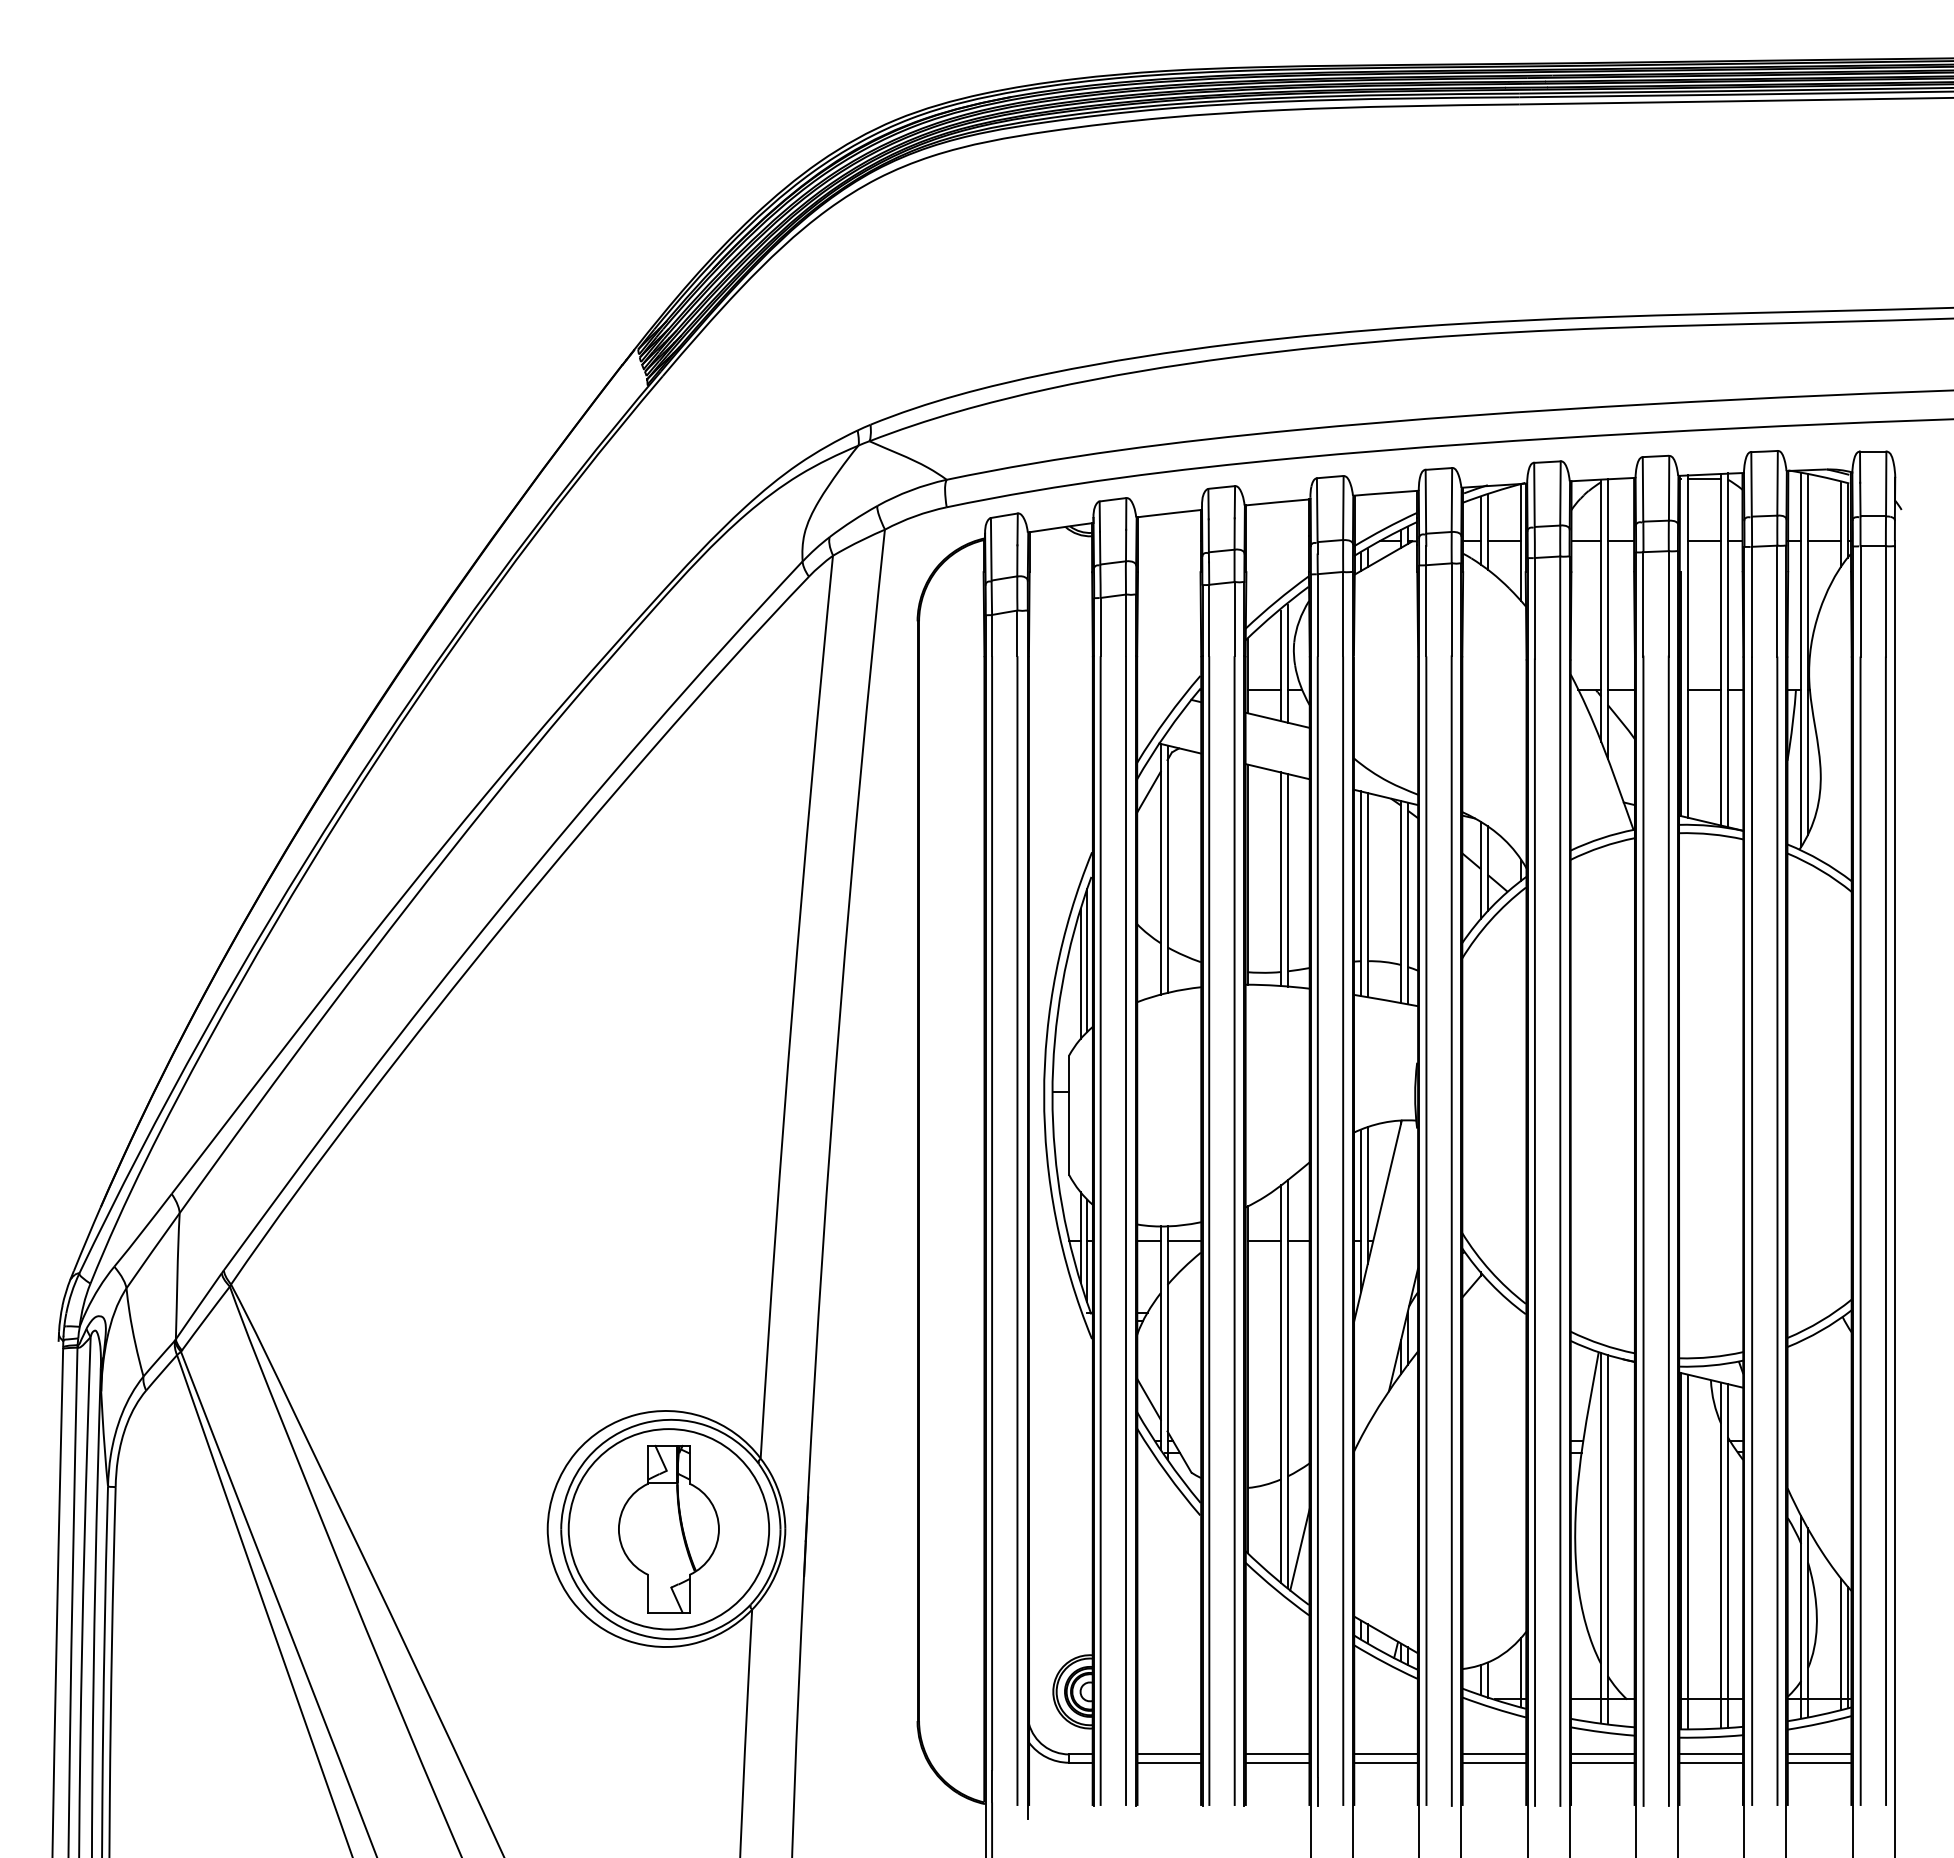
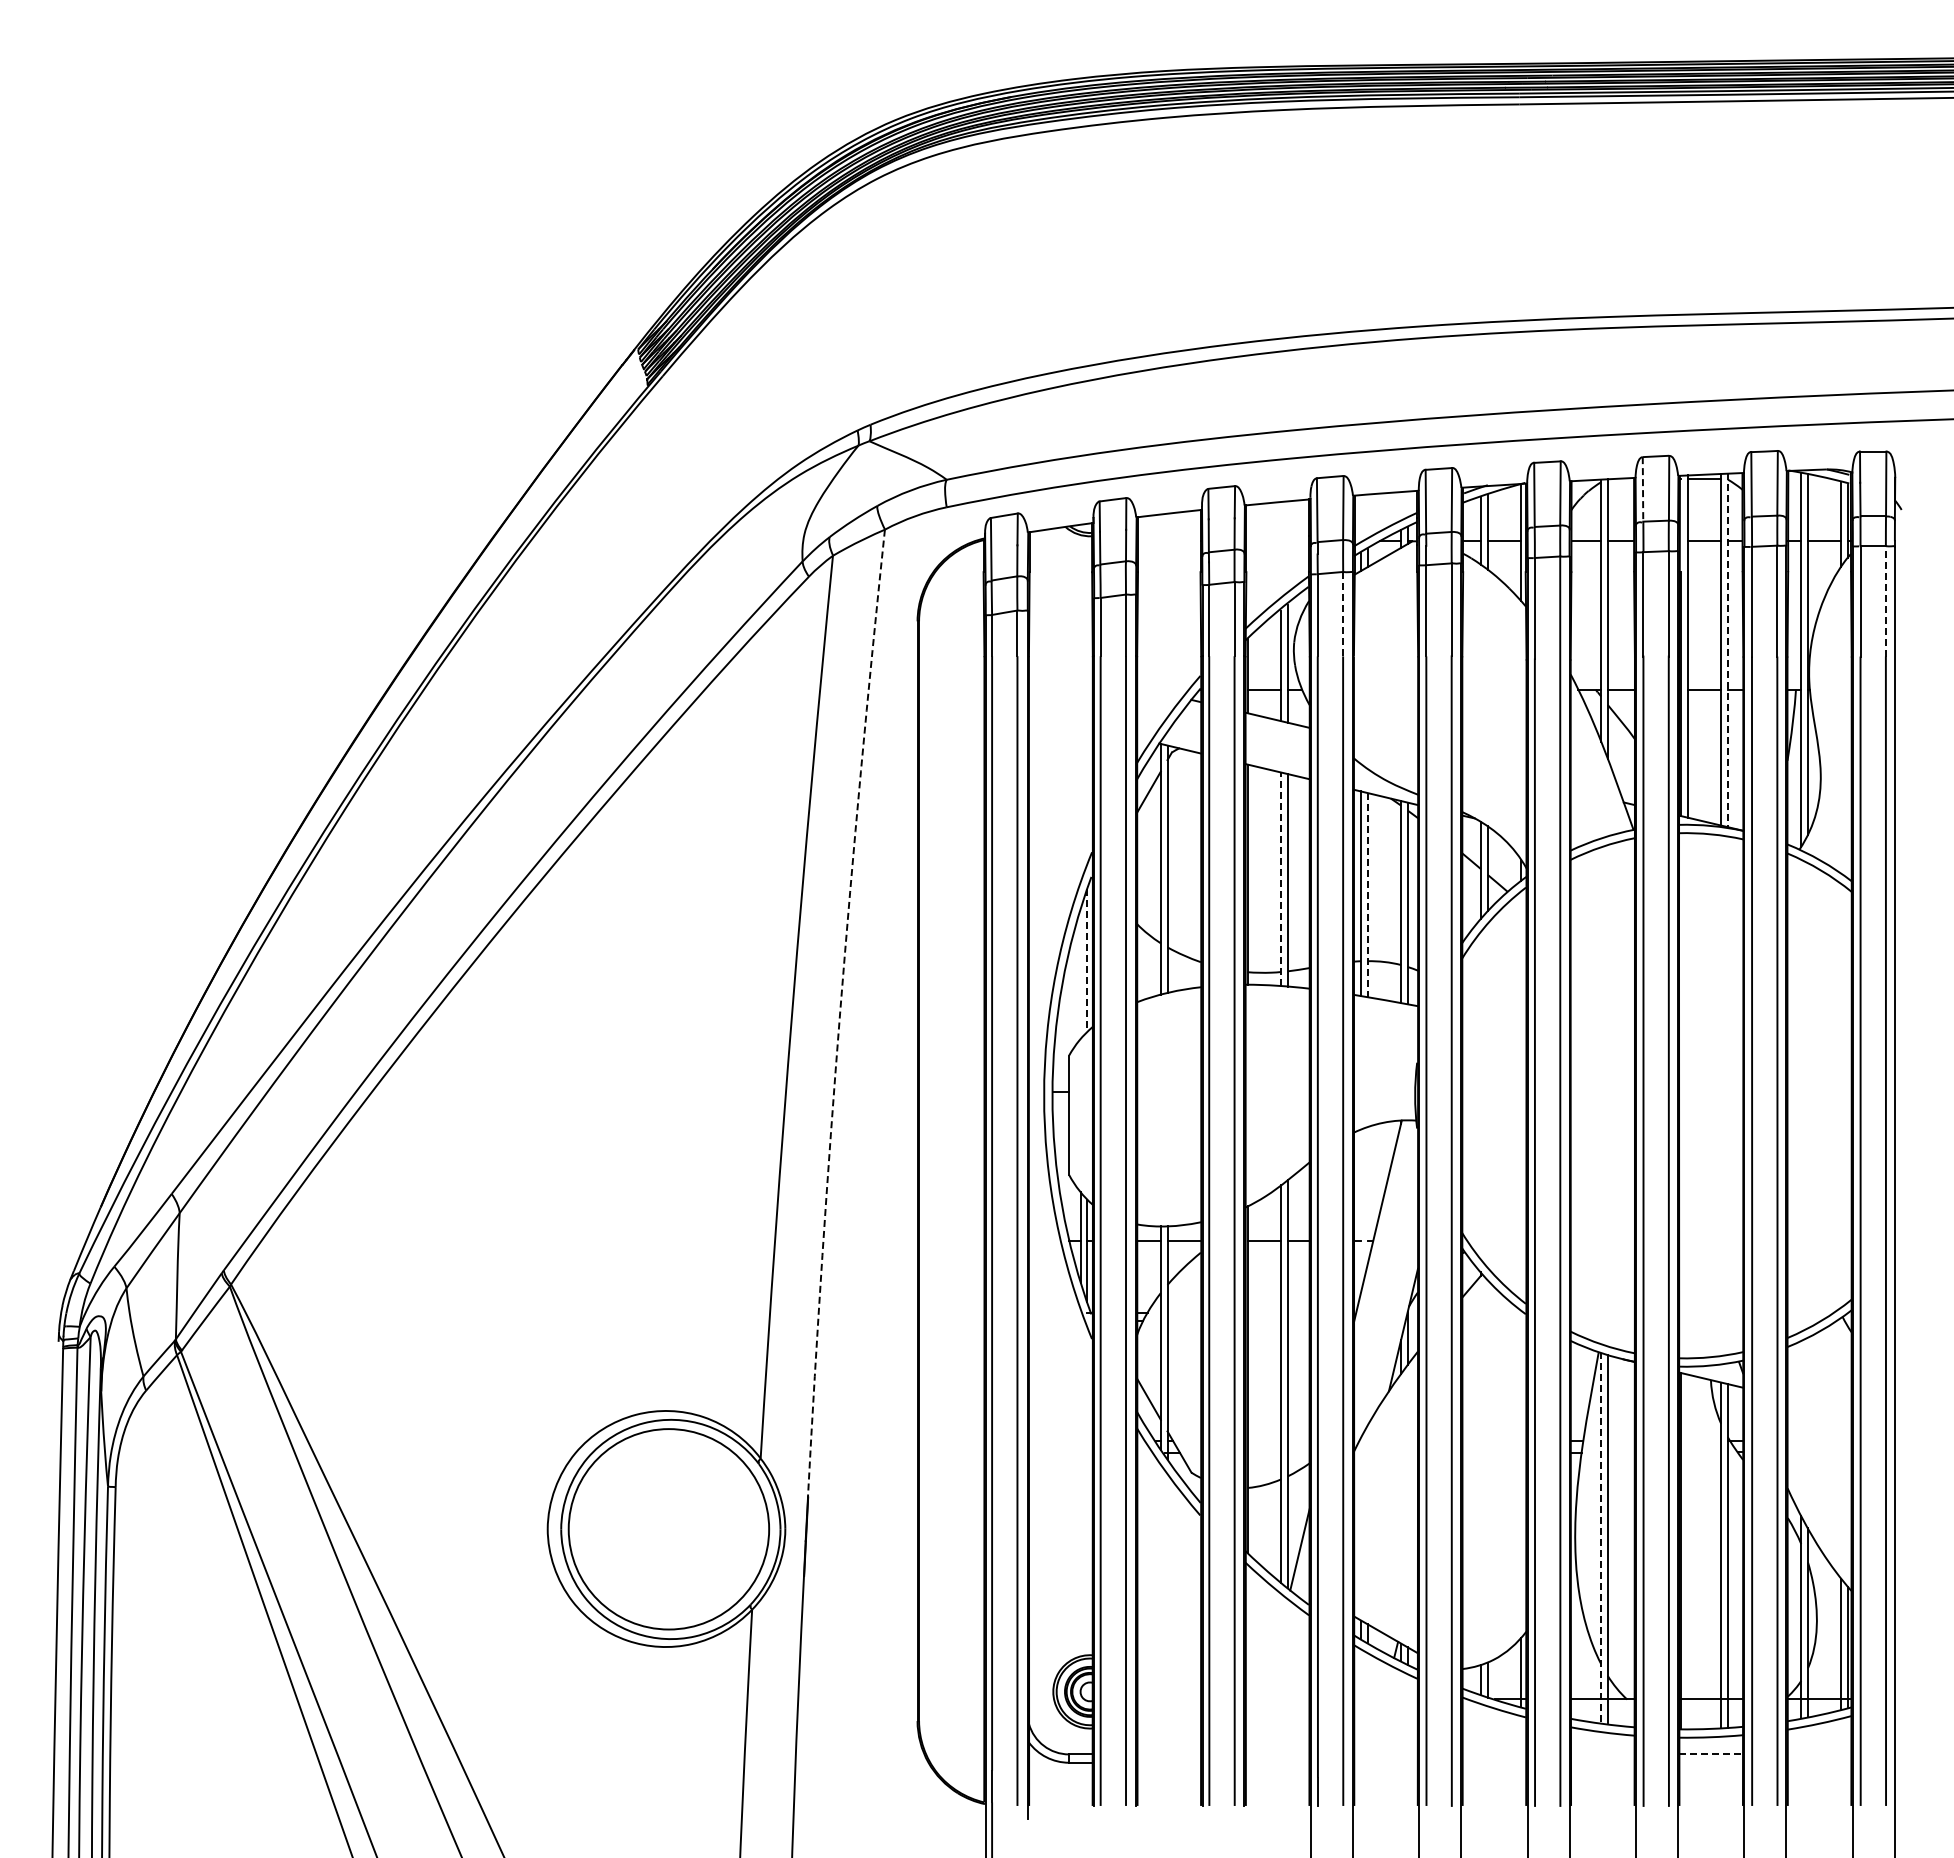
line at (1643, 489): solid -> dashed
line at (1885, 600): solid -> dashed
line at (1343, 613): solid -> dashed
line at (1727, 650): solid -> dashed
line at (1280, 879): solid -> dashed
line at (1367, 895): solid -> dashed
line at (1087, 960): solid -> dashed
line at (1080, 973): present -> none
arc at (840, 1013): solid -> dashed
line at (1367, 1195): present -> none
line at (1360, 1210): present -> none
part at (668, 1528): present -> none
line at (1601, 1537): solid -> dashed
line at (1687, 1551): present -> none
line at (1169, 1754): present -> none
line at (1277, 1754): present -> none
line at (1385, 1754): present -> none
line at (1494, 1754): present -> none
line at (1602, 1754): present -> none
line at (1711, 1754): solid -> dashed
line at (1819, 1754): present -> none
line at (1169, 1762): present -> none
line at (1277, 1762): present -> none
line at (1385, 1762): present -> none
line at (1494, 1762): present -> none
line at (1602, 1762): present -> none
line at (1710, 1762): present -> none
line at (1819, 1762): present -> none
